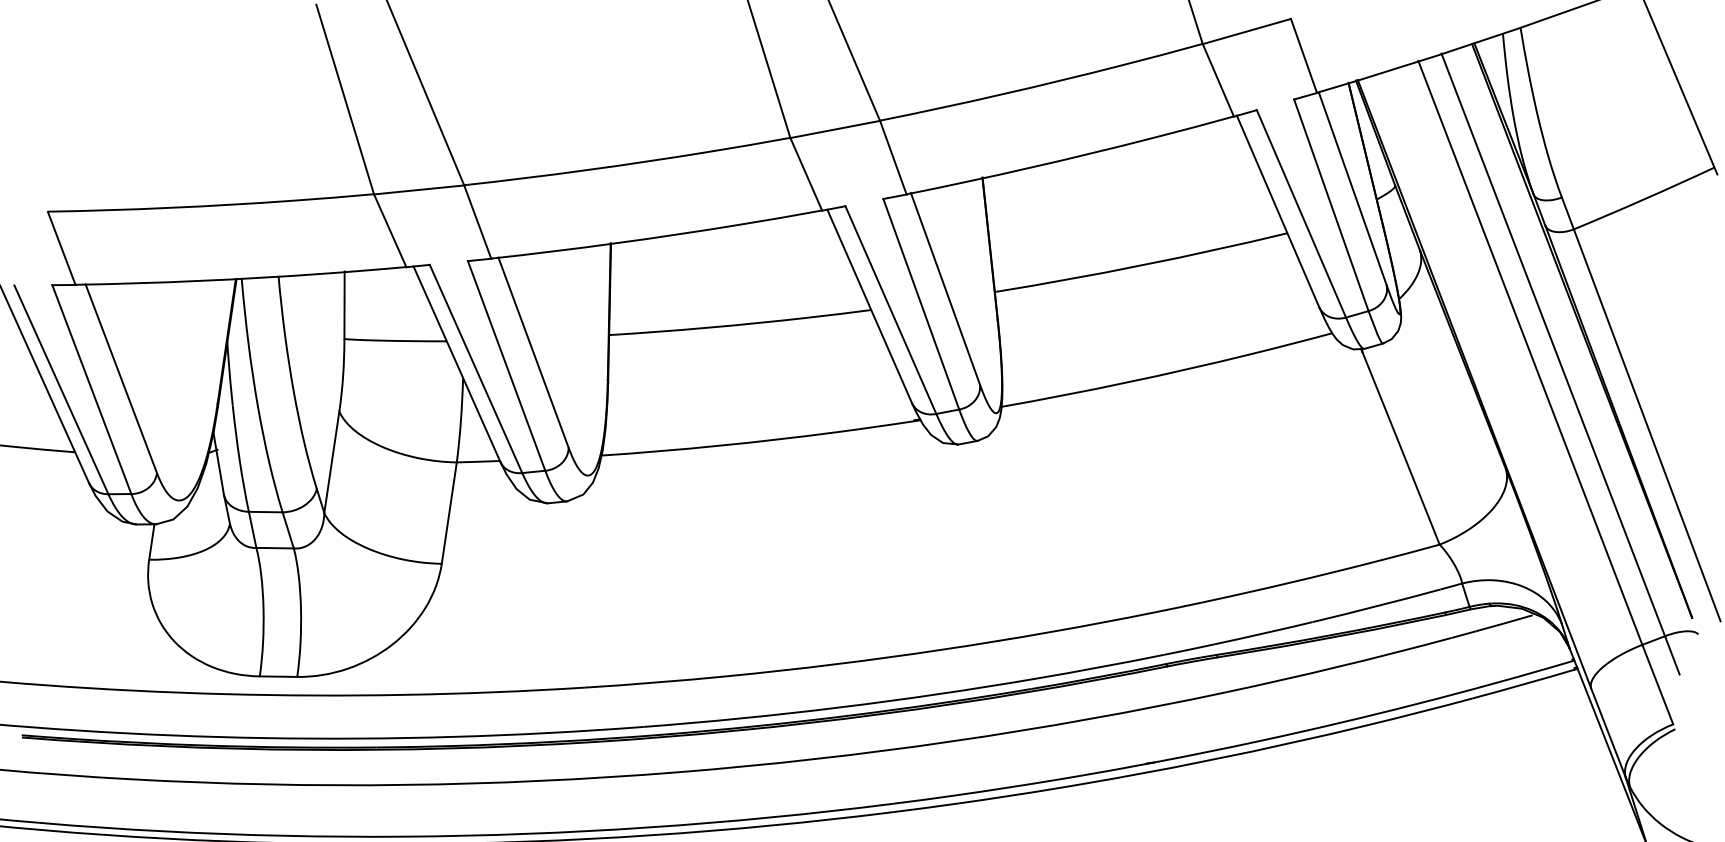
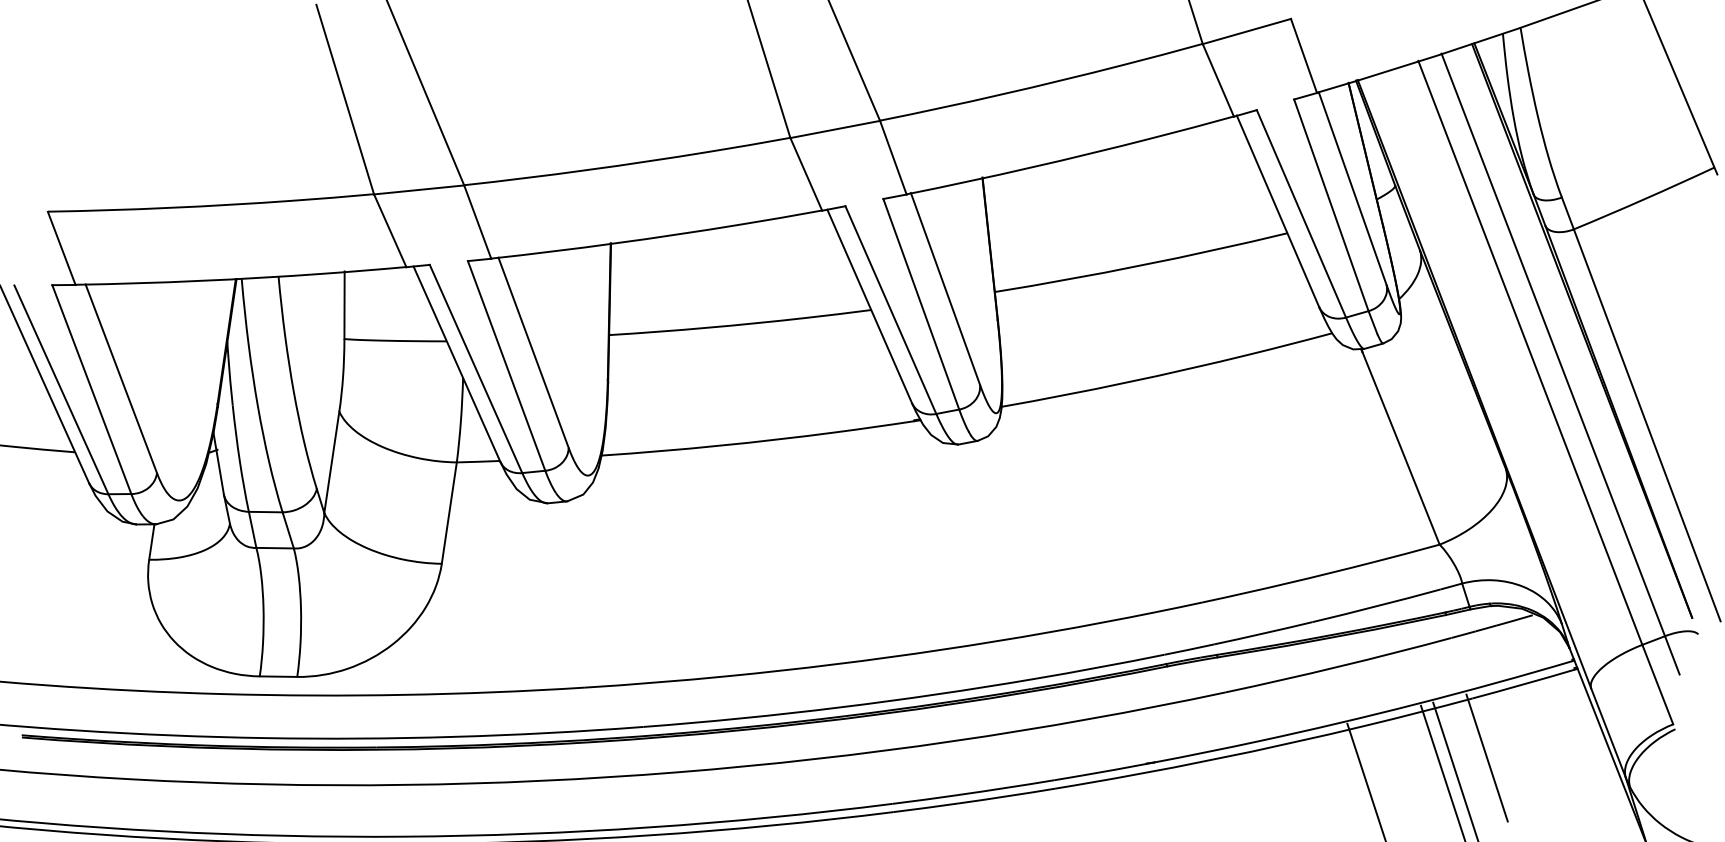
line at (1486, 757): none -> present
line at (1455, 770): none -> present
line at (1442, 771): none -> present
line at (1365, 780): none -> present
